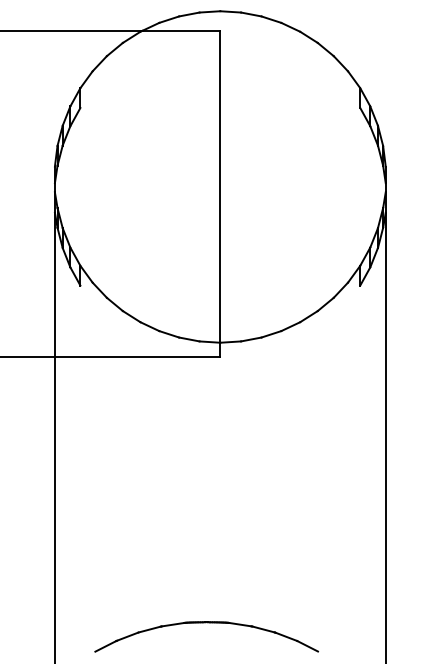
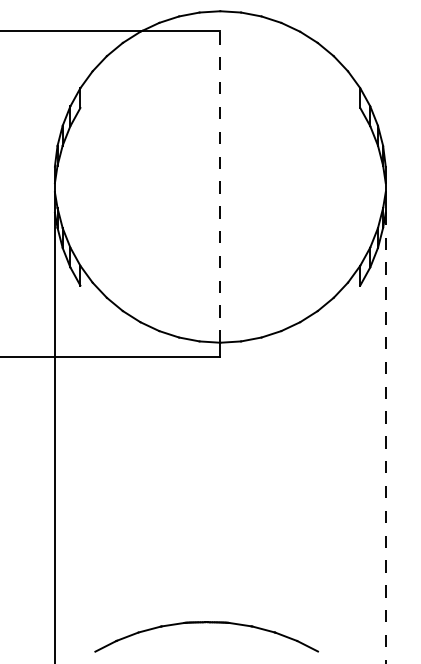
line at (220, 186): solid -> dashed
line at (385, 438): solid -> dashed
